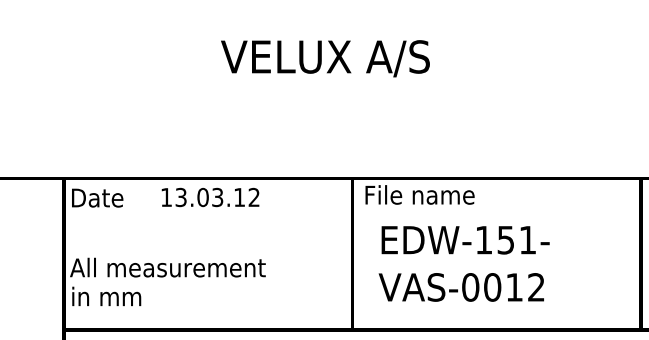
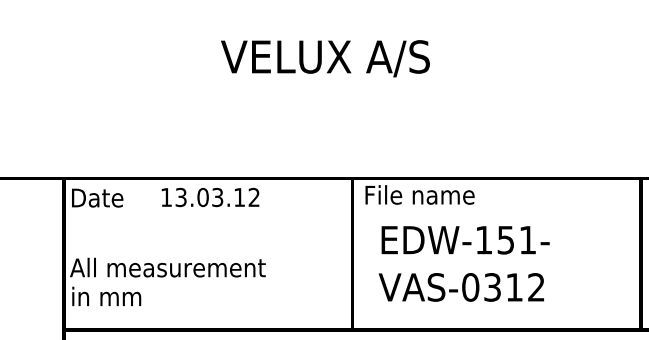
text at (492, 287): VAS-0012 -> VAS-0312
